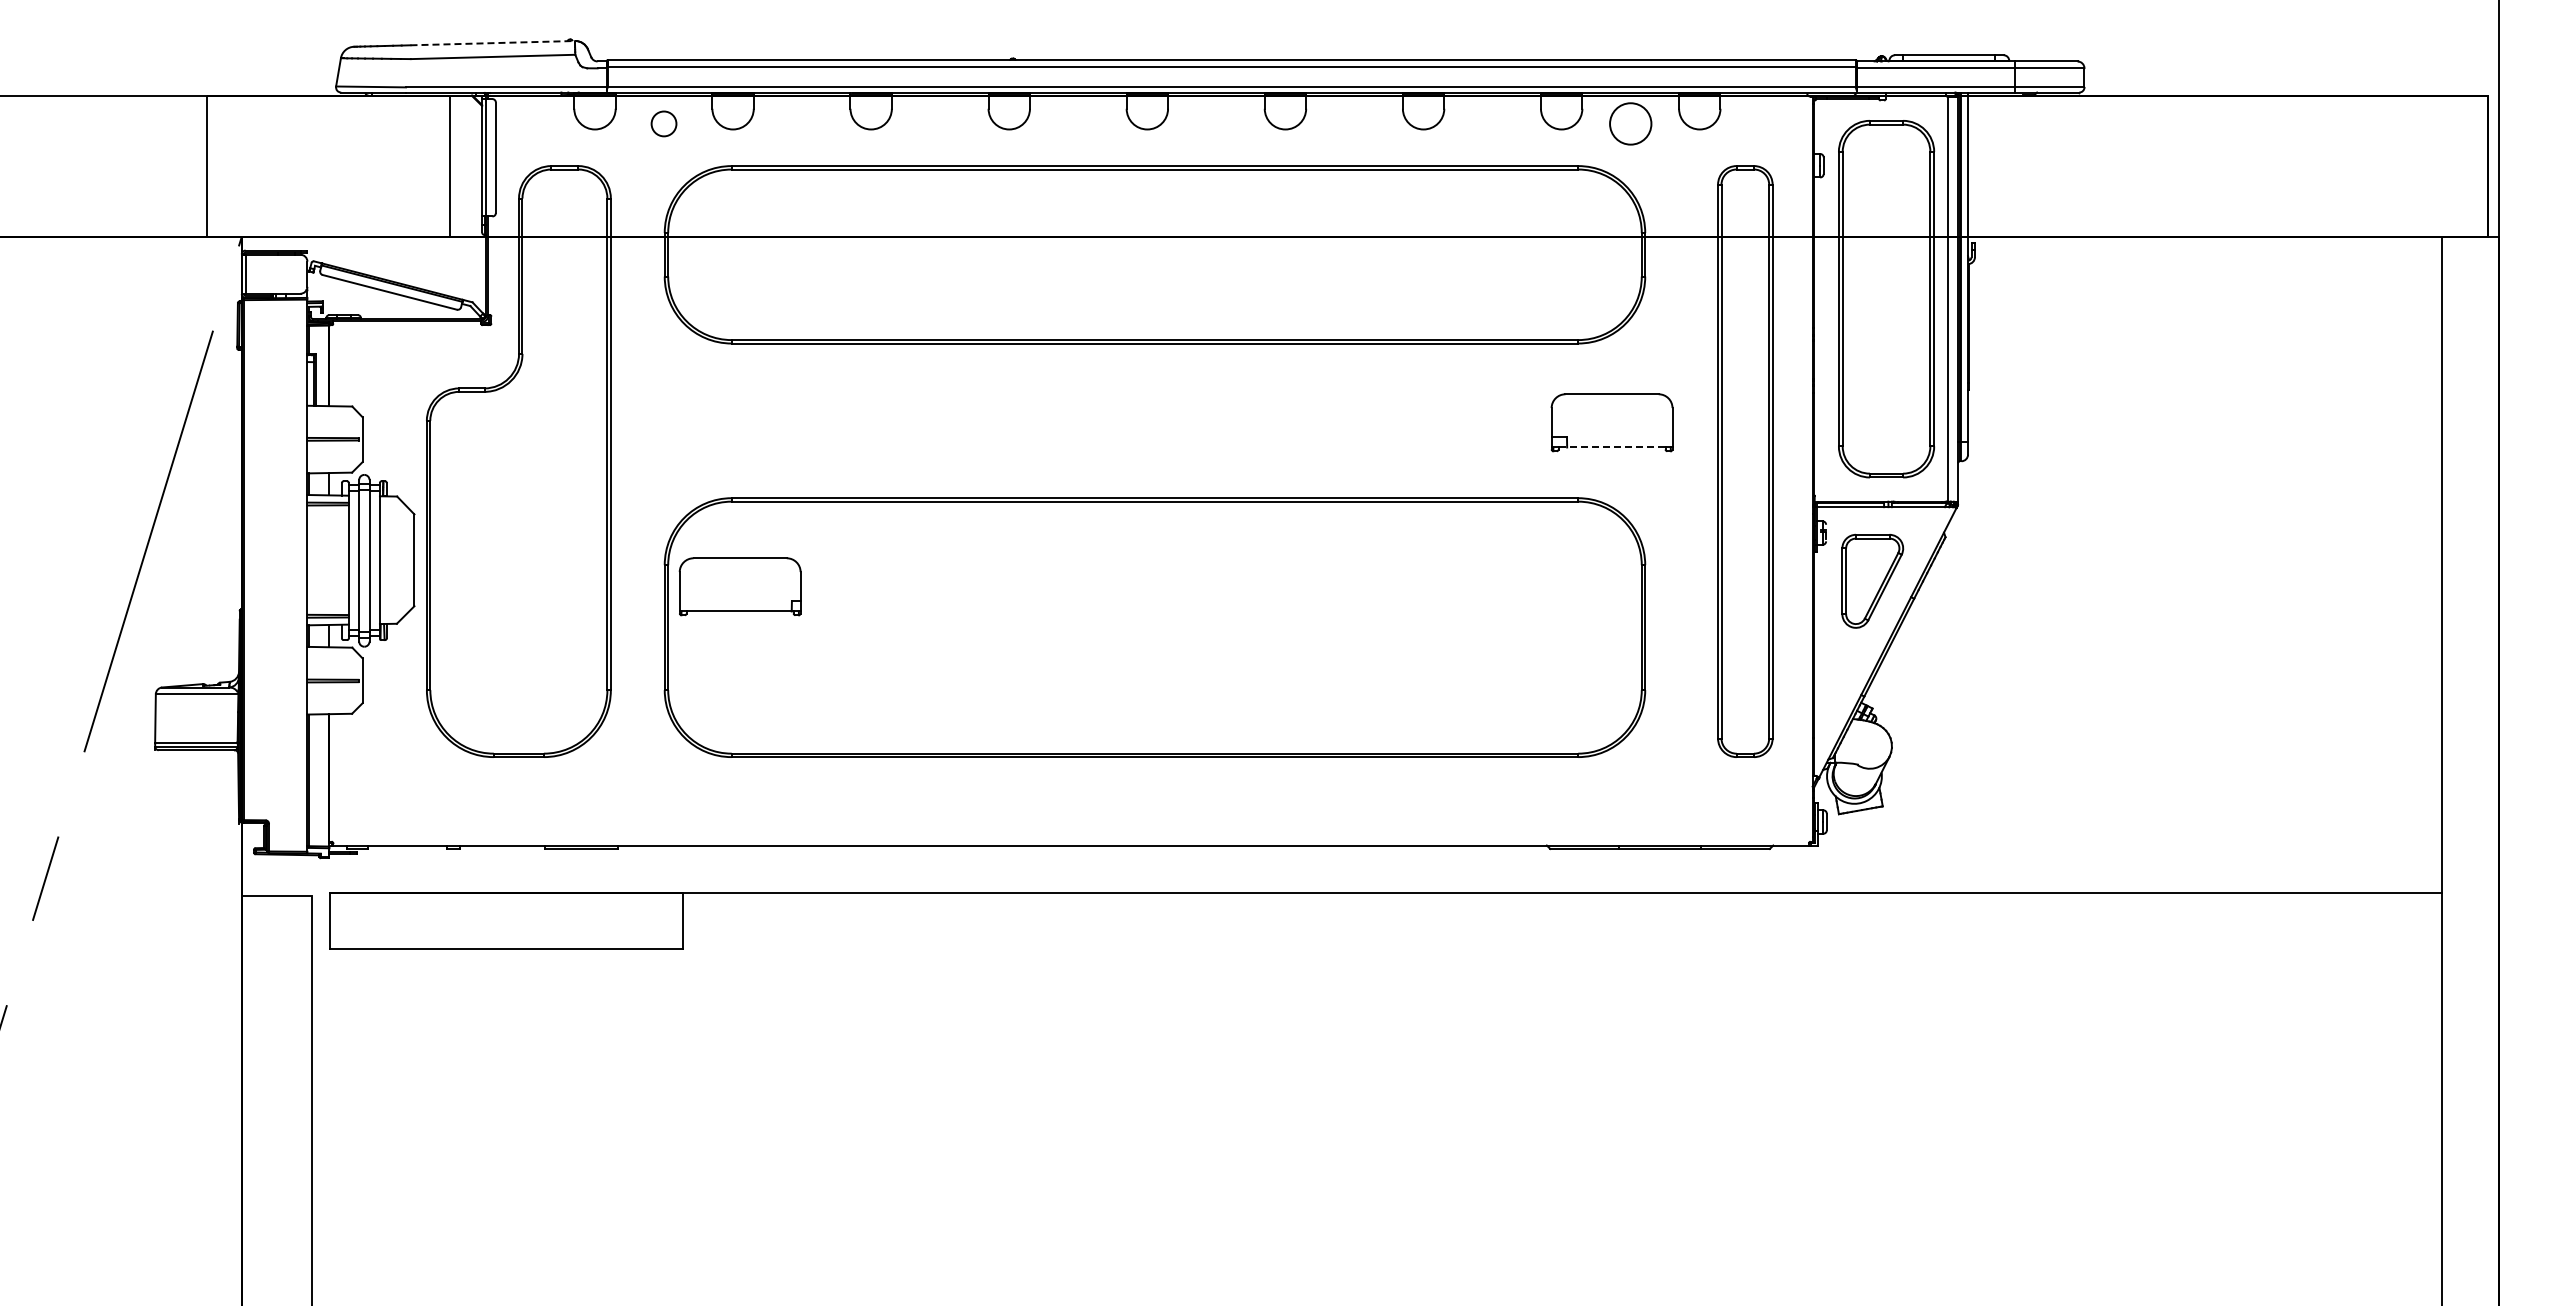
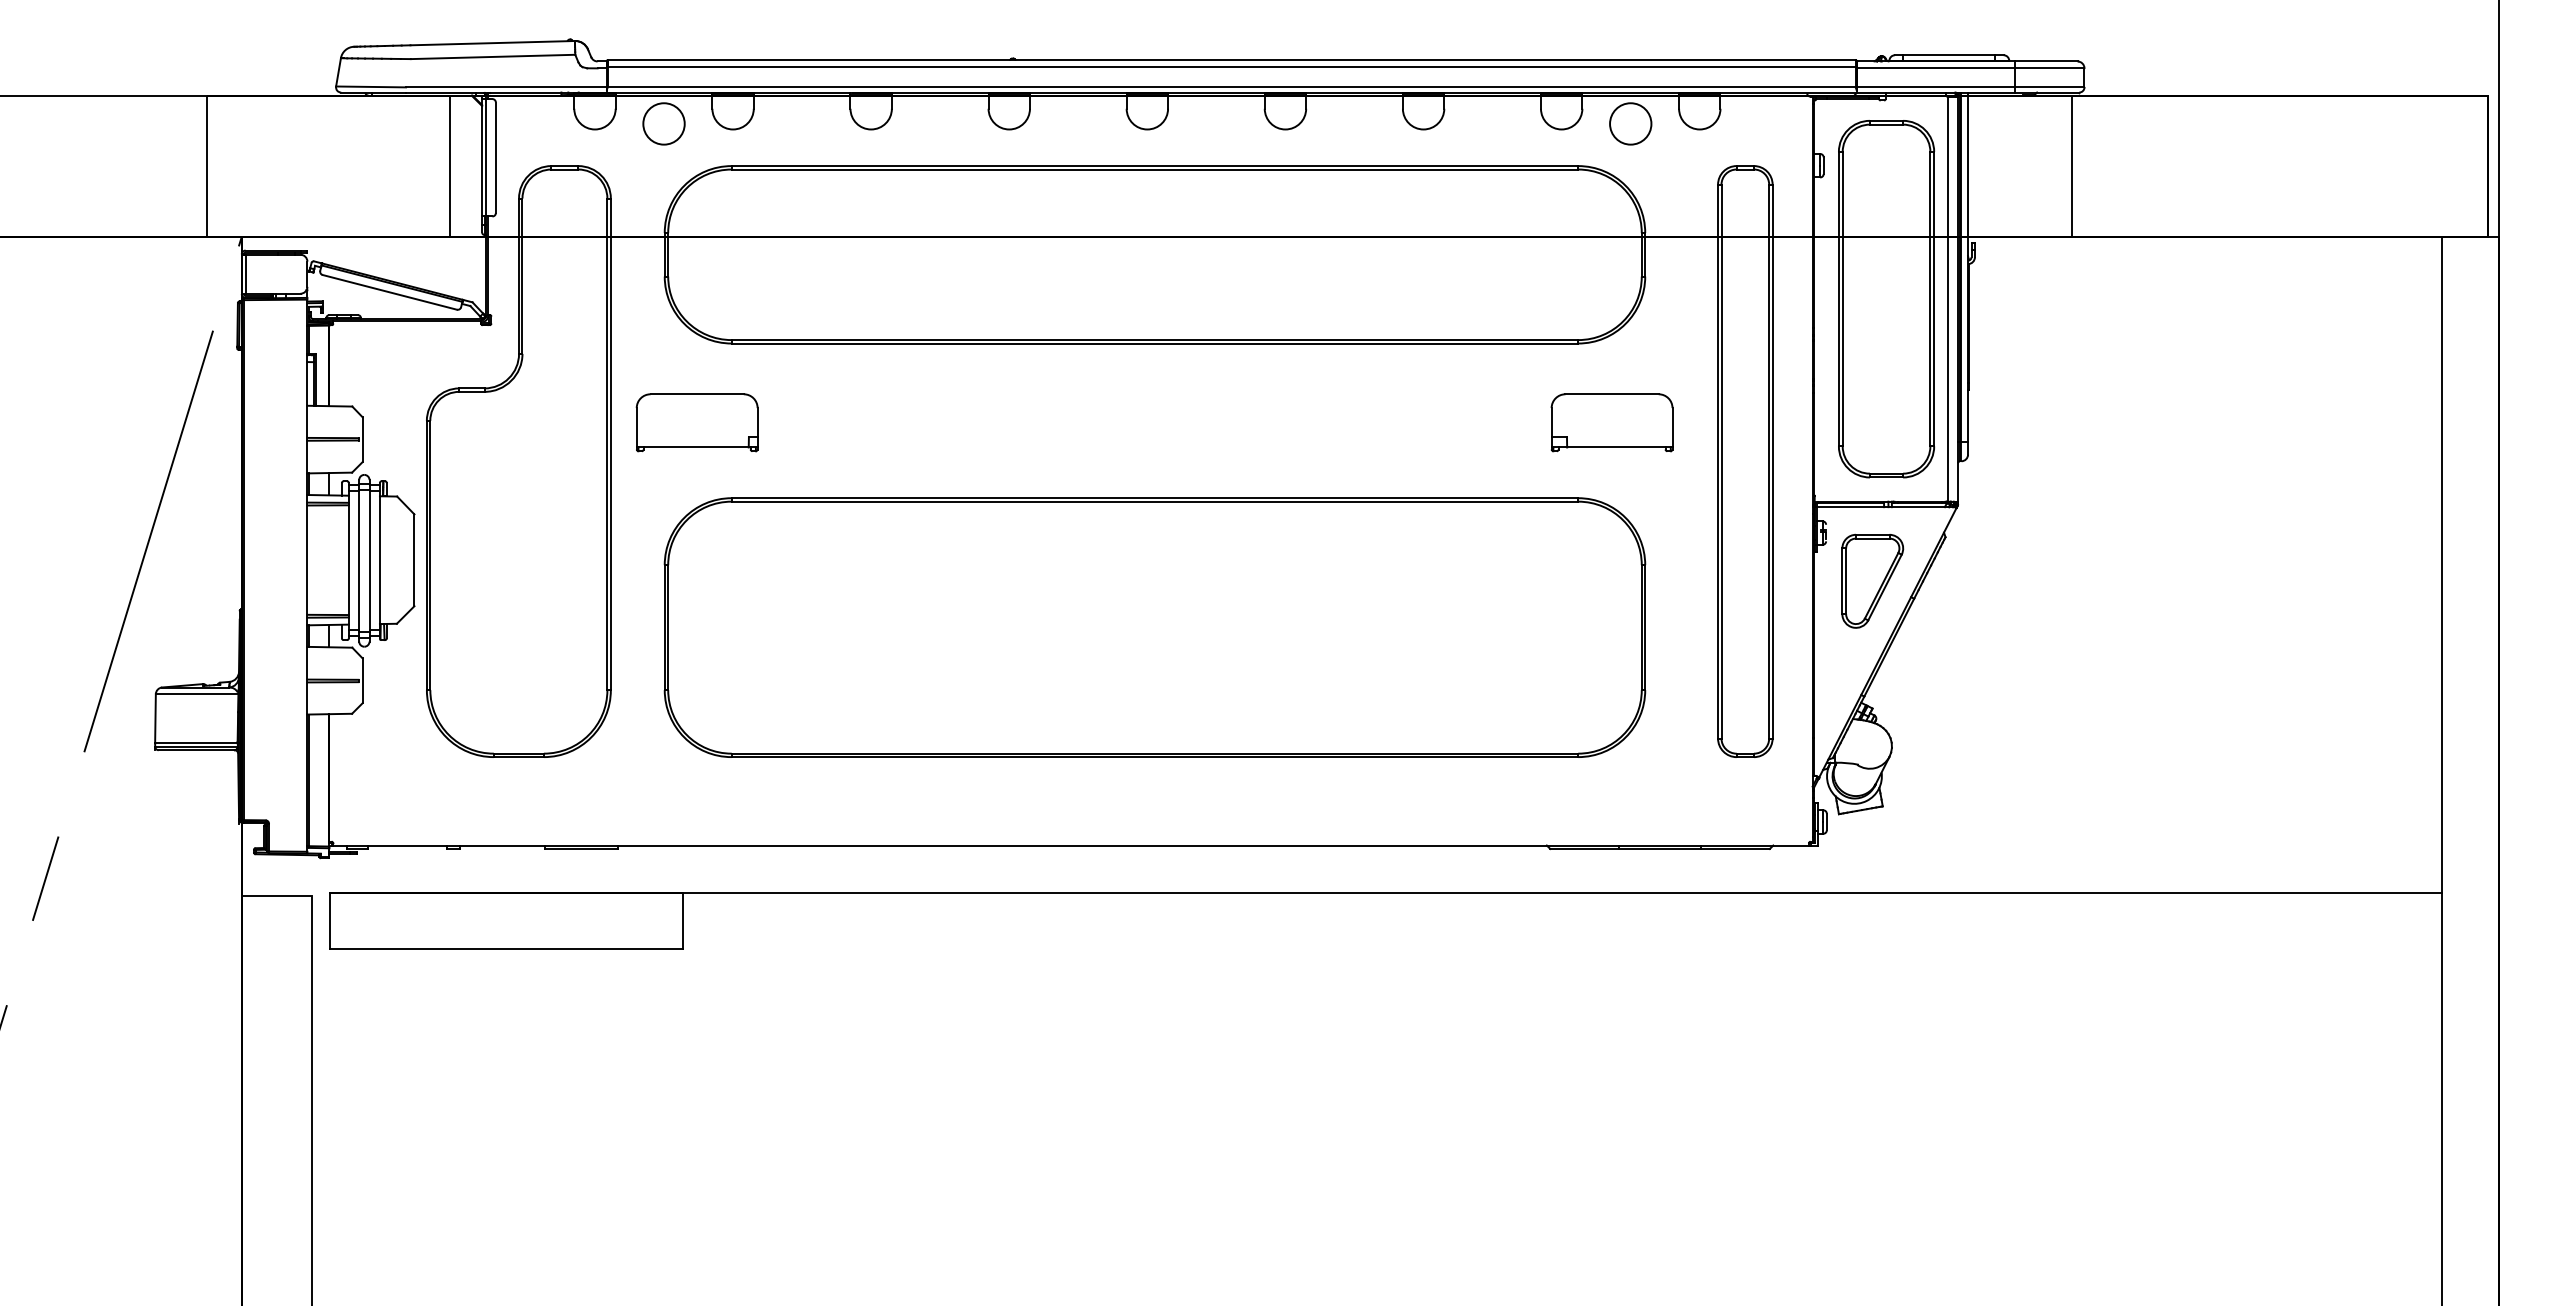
line at (493, 43): dashed -> solid
circle at (663, 123) diameter: 25 px -> 41 px
line at (2072, 165): none -> present
line at (1612, 447): dashed -> solid
part at (739, 586) position: (739, 586) -> (696, 422)
